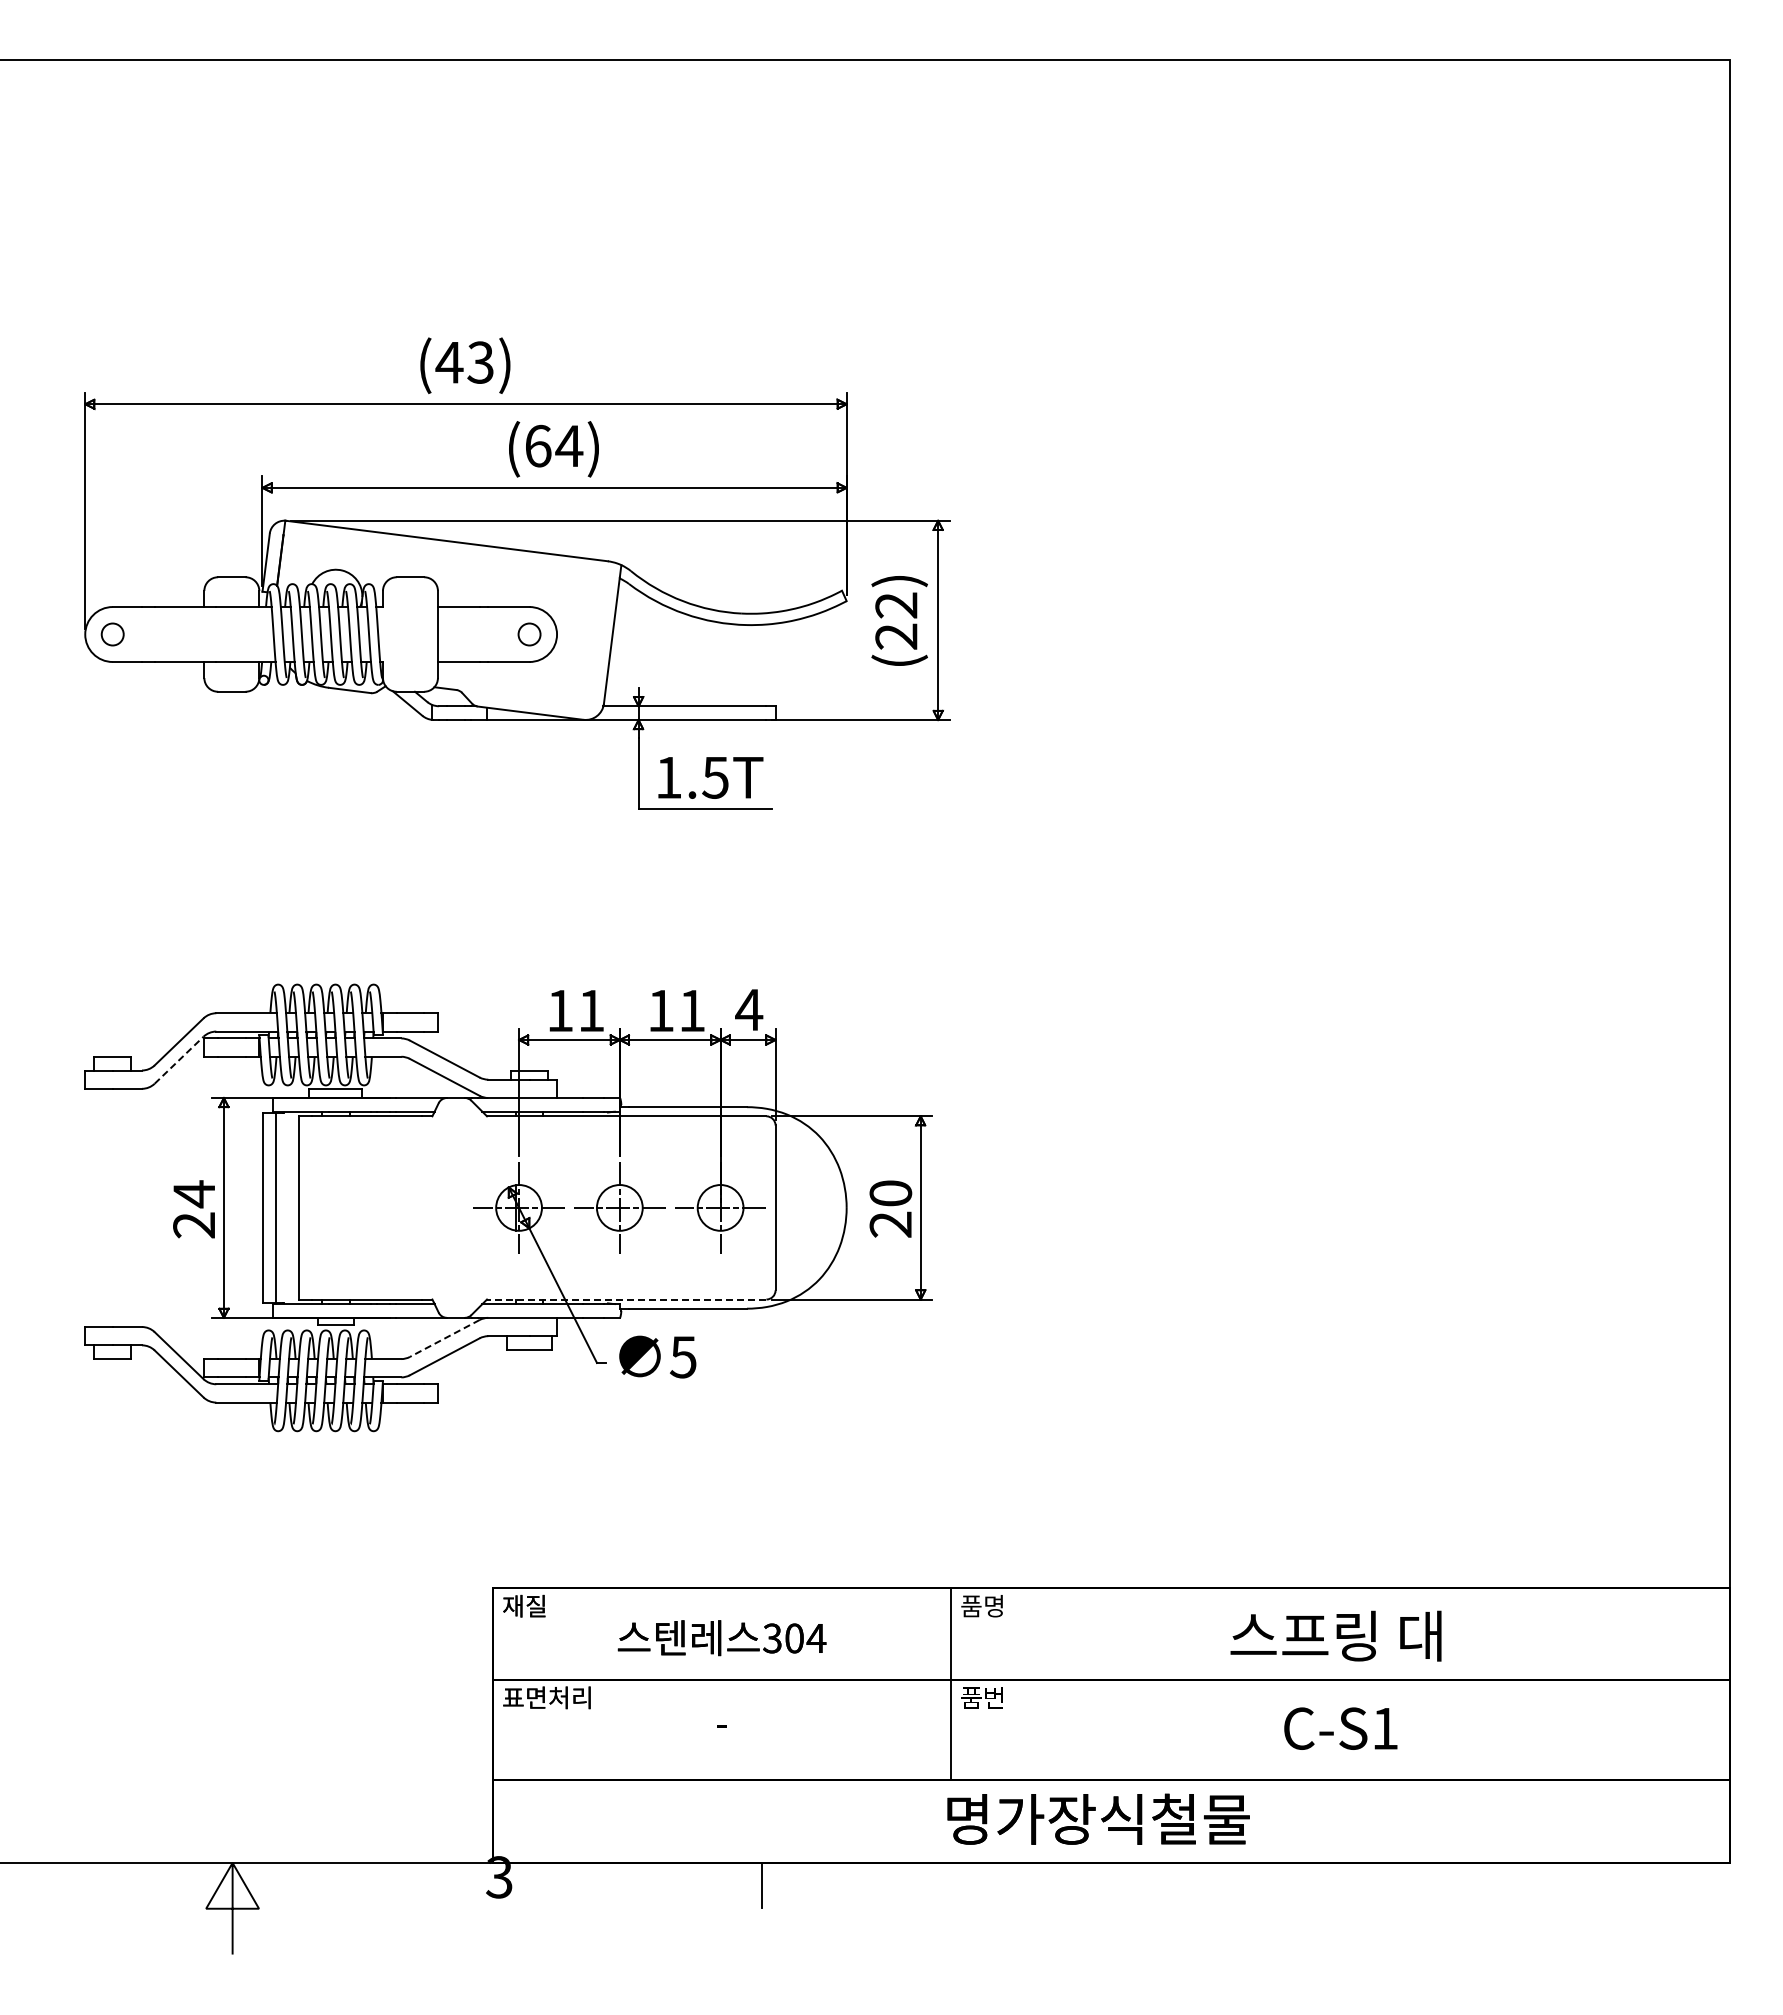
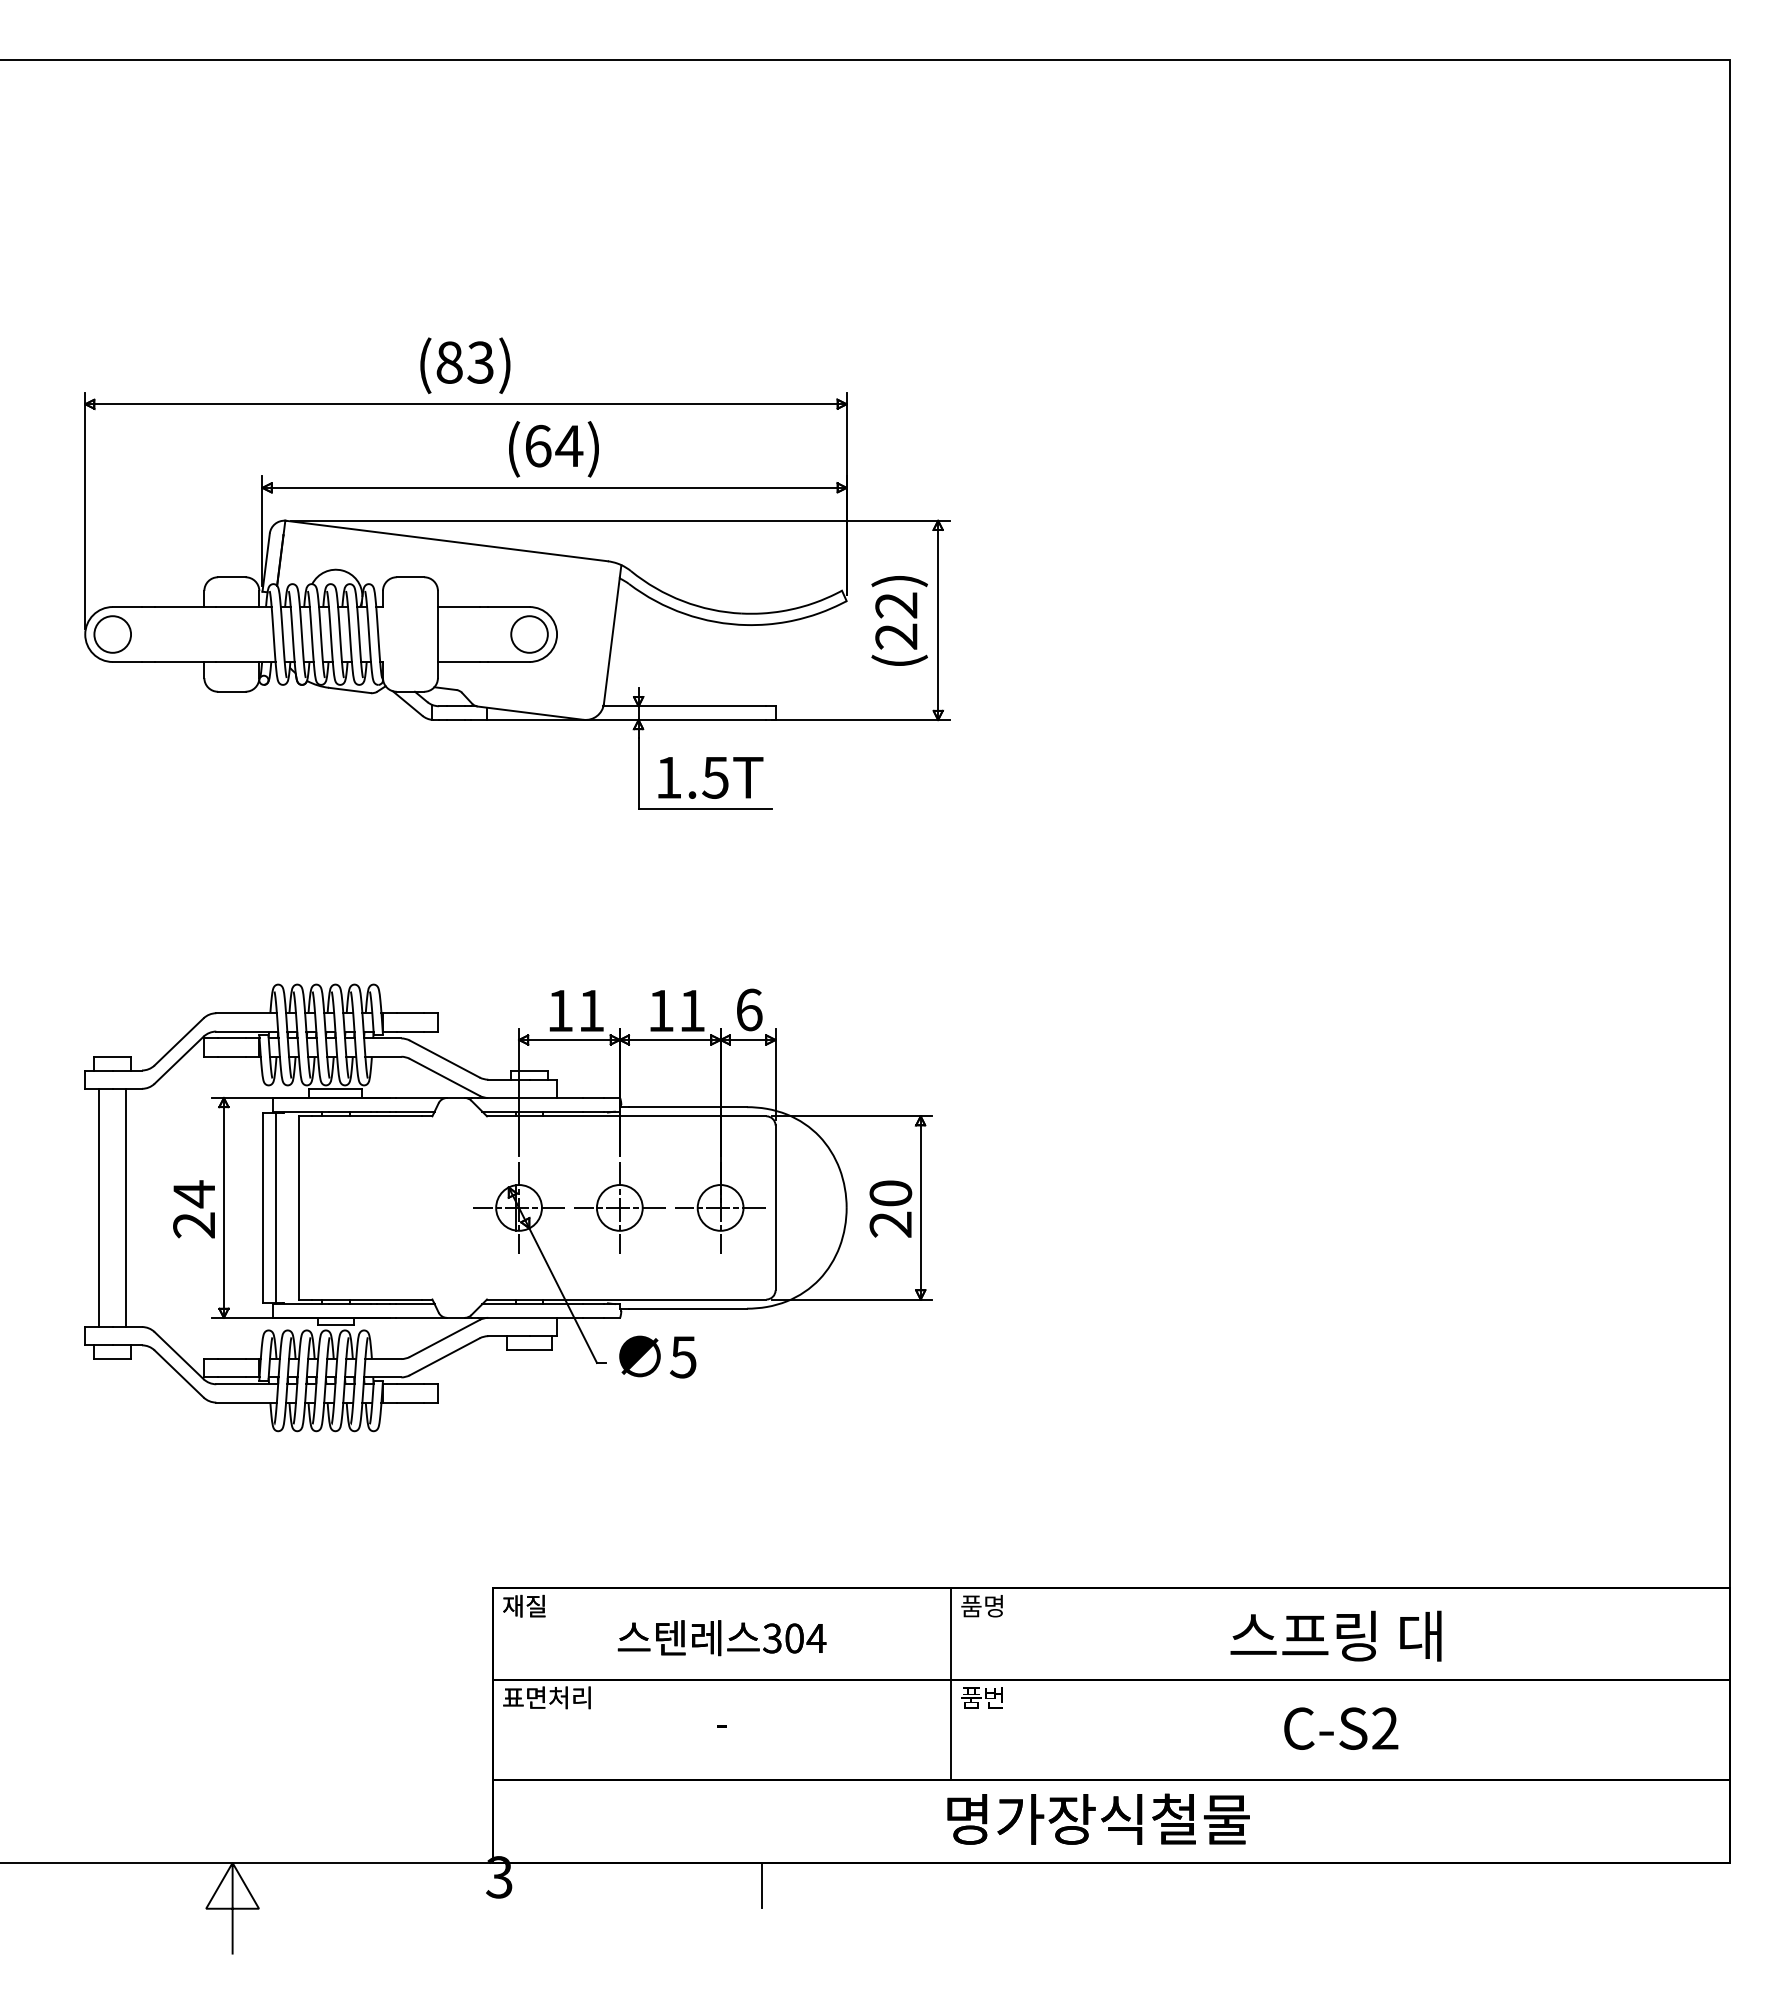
text at (449, 362): (43) -> (83)
circle at (112, 634) diameter: 22 px -> 37 px
circle at (529, 634) diameter: 22 px -> 37 px
text at (749, 1009): 4 -> 6
line at (179, 1060): dashed -> solid
line at (99, 1207): none -> present
line at (126, 1207): none -> present
line at (626, 1299): dashed -> solid
line at (444, 1338): dashed -> solid
text at (1385, 1728): C-S1 -> C-S2
